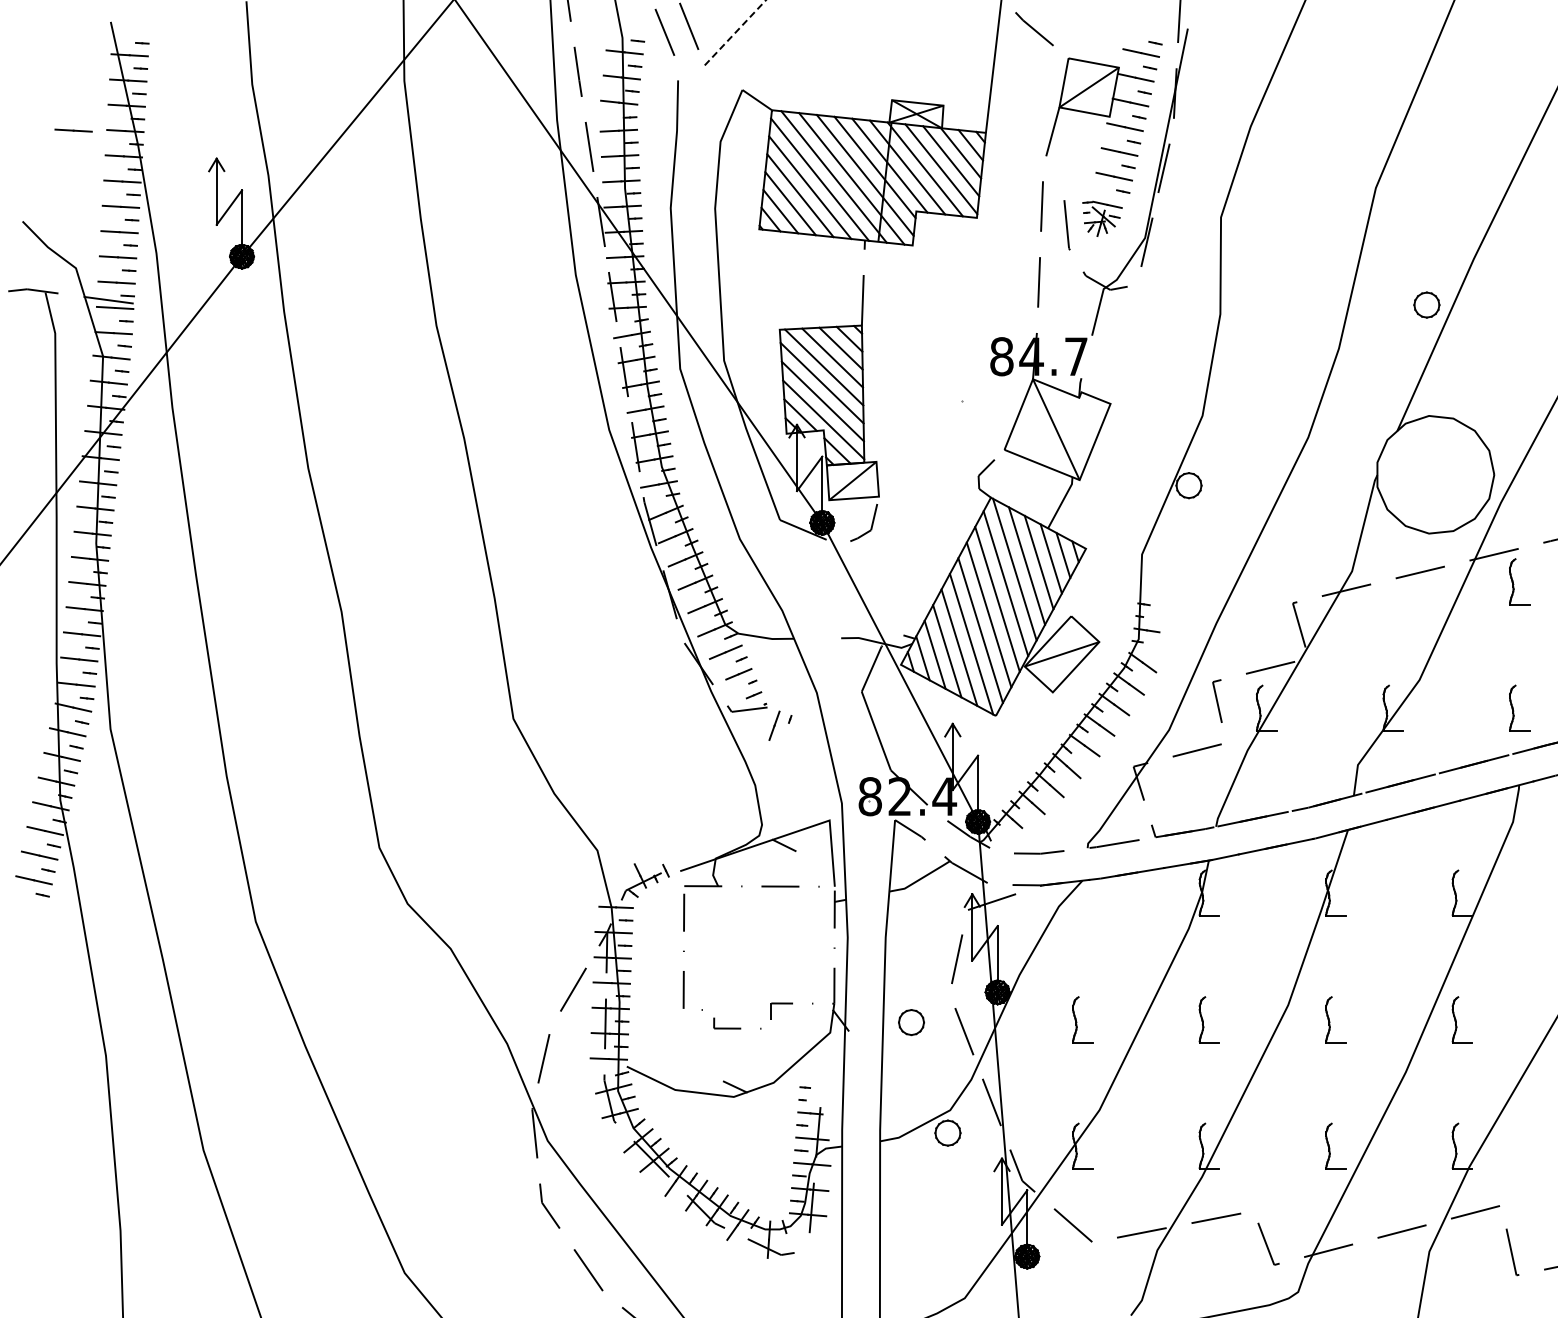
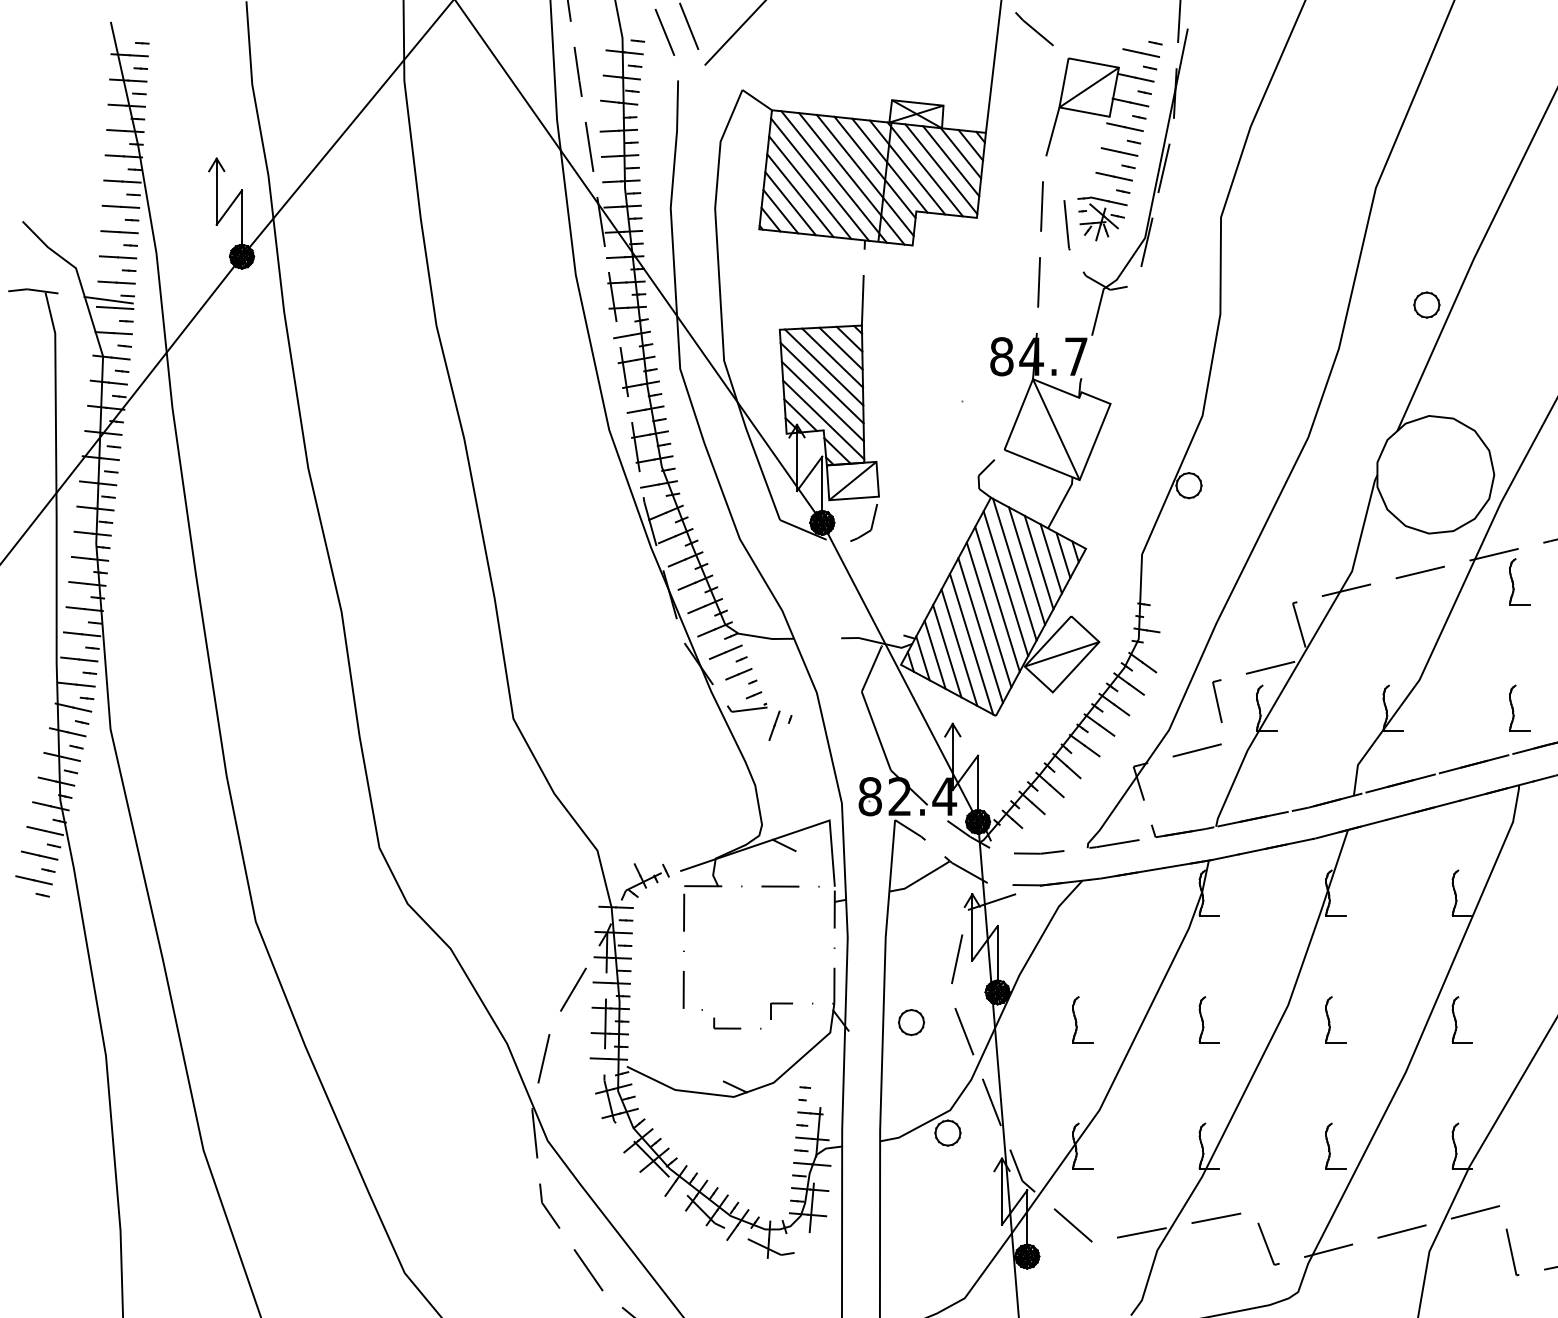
line at (735, 32): dashed -> solid
line at (73, 130): present -> none
part at (1102, 218) size: 41x37 px -> 51x46 px
